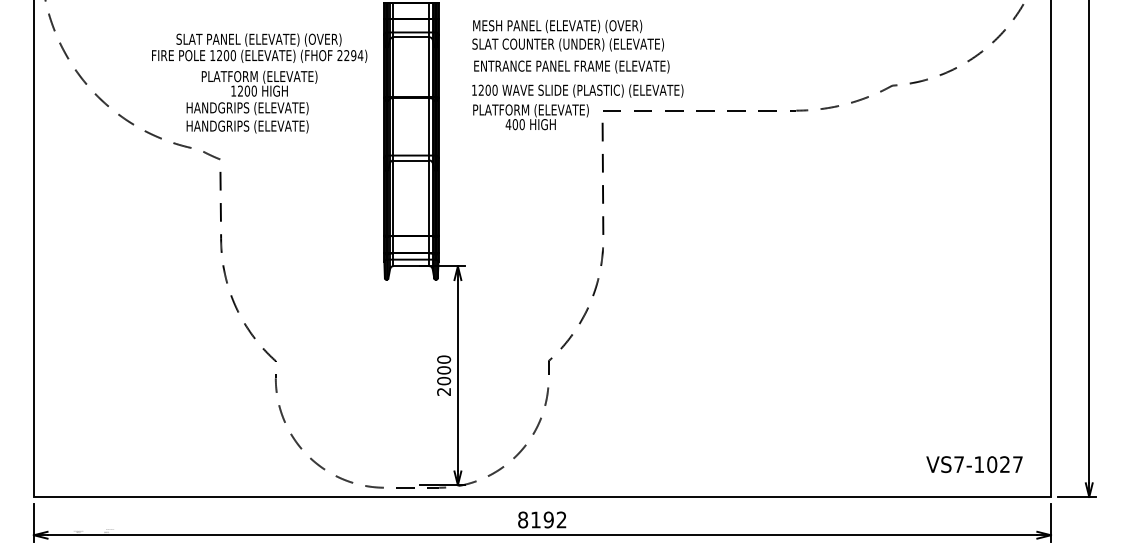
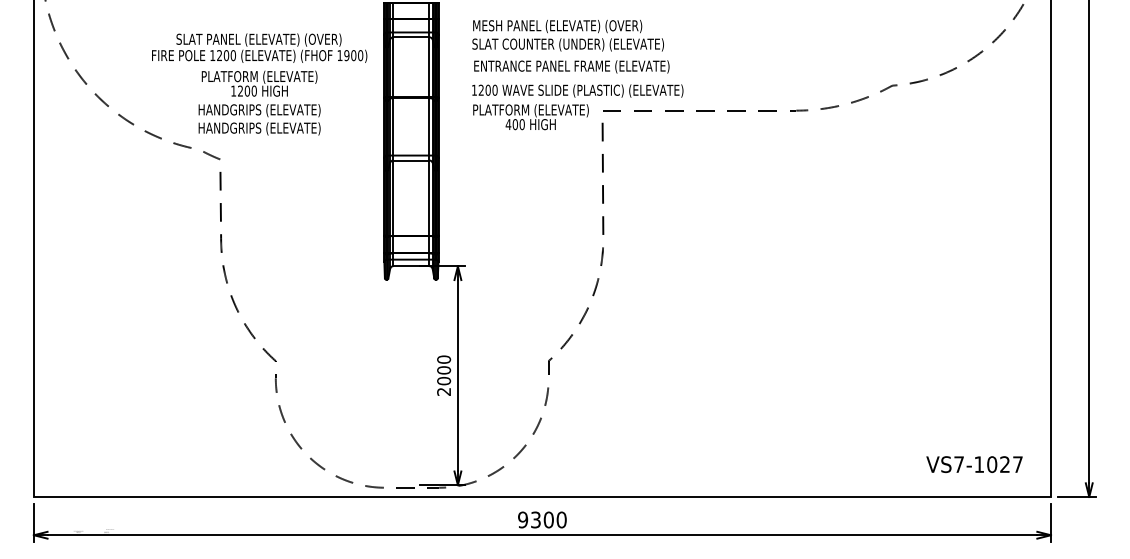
text at (350, 55): 2294) -> 1900)
text at (247, 117) position: (247, 117) -> (259, 119)
text at (542, 519): 8192 -> 9300
